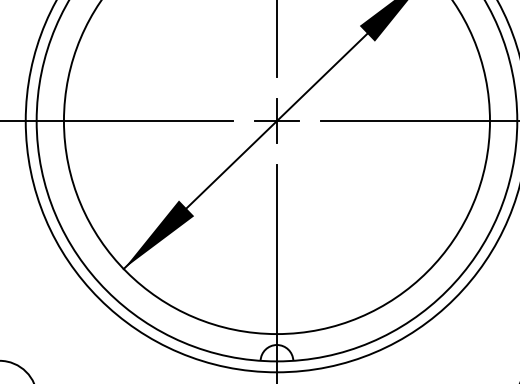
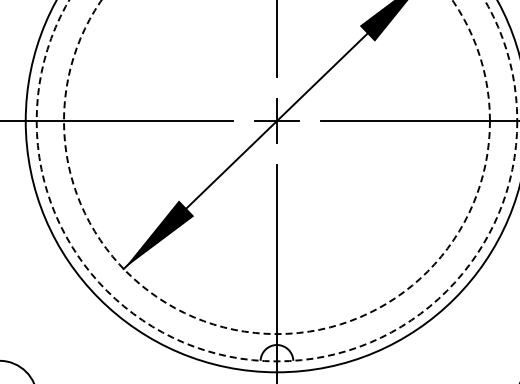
circle at (276, 167): solid -> dashed
circle at (276, 180): solid -> dashed
